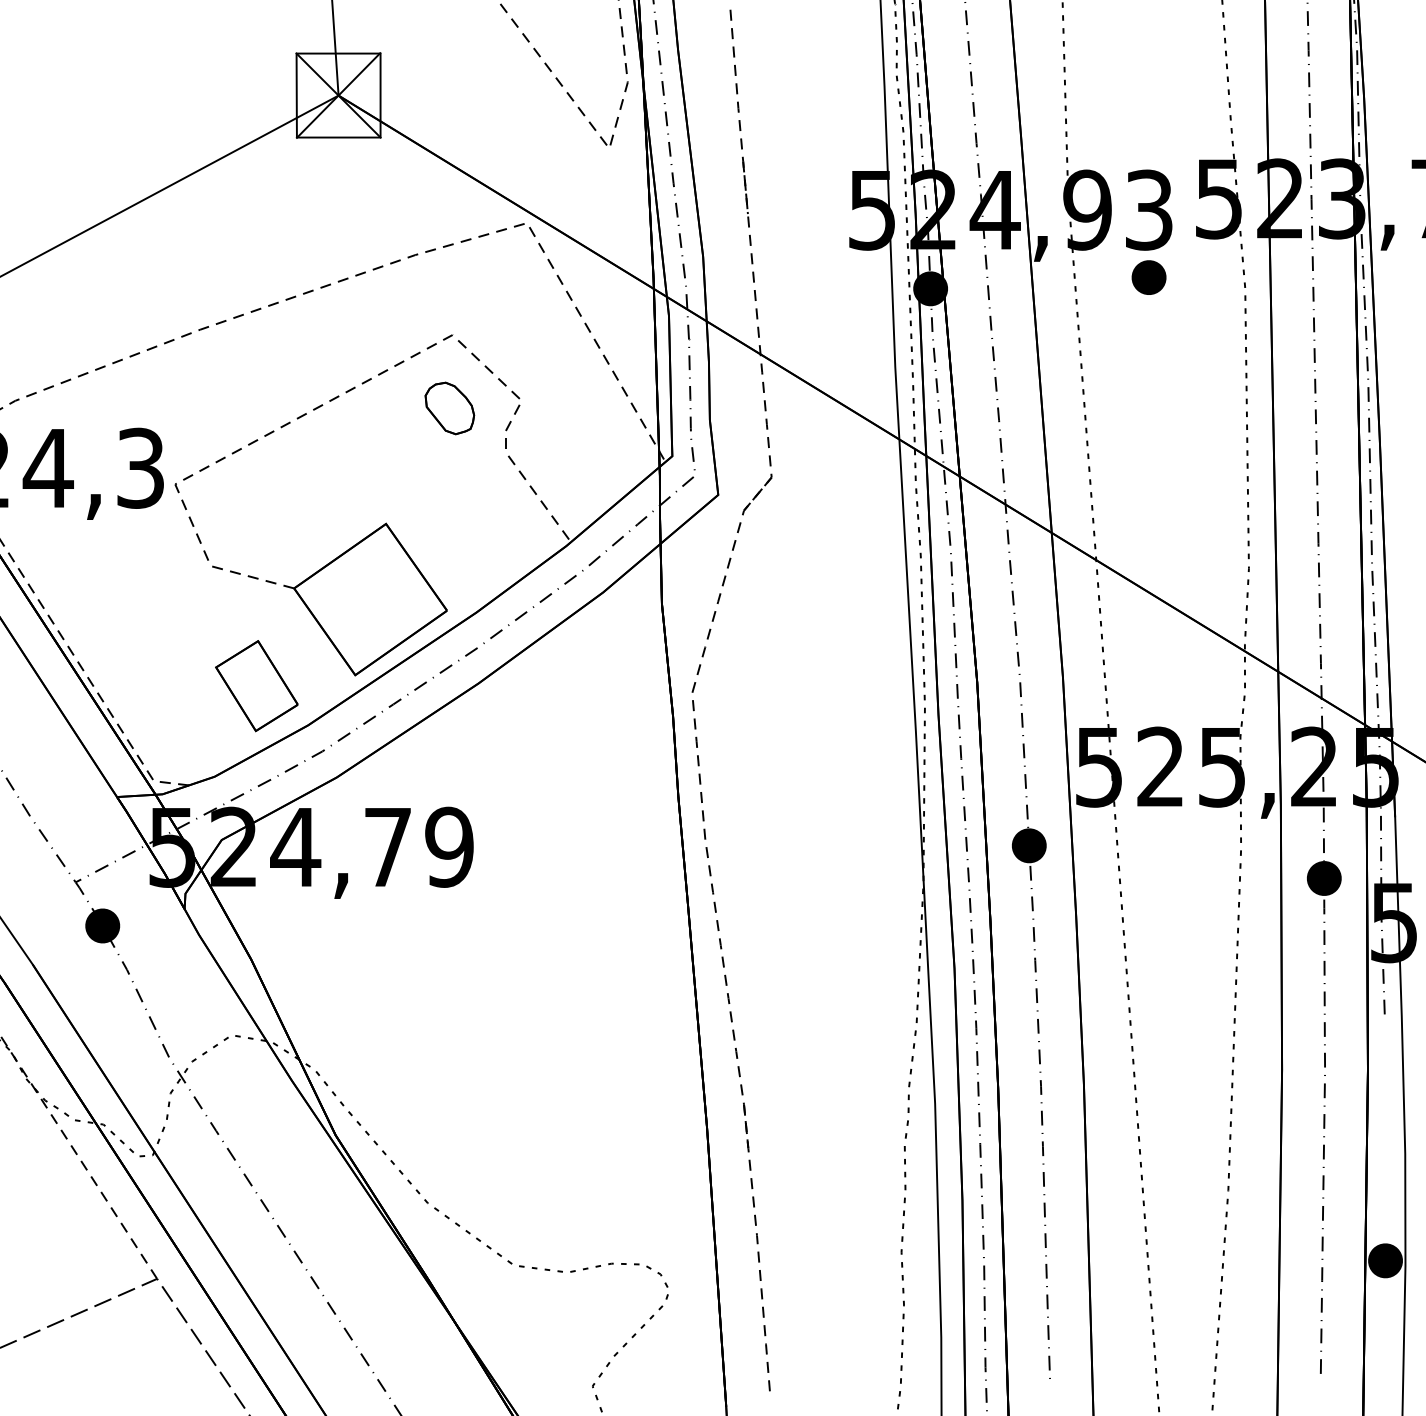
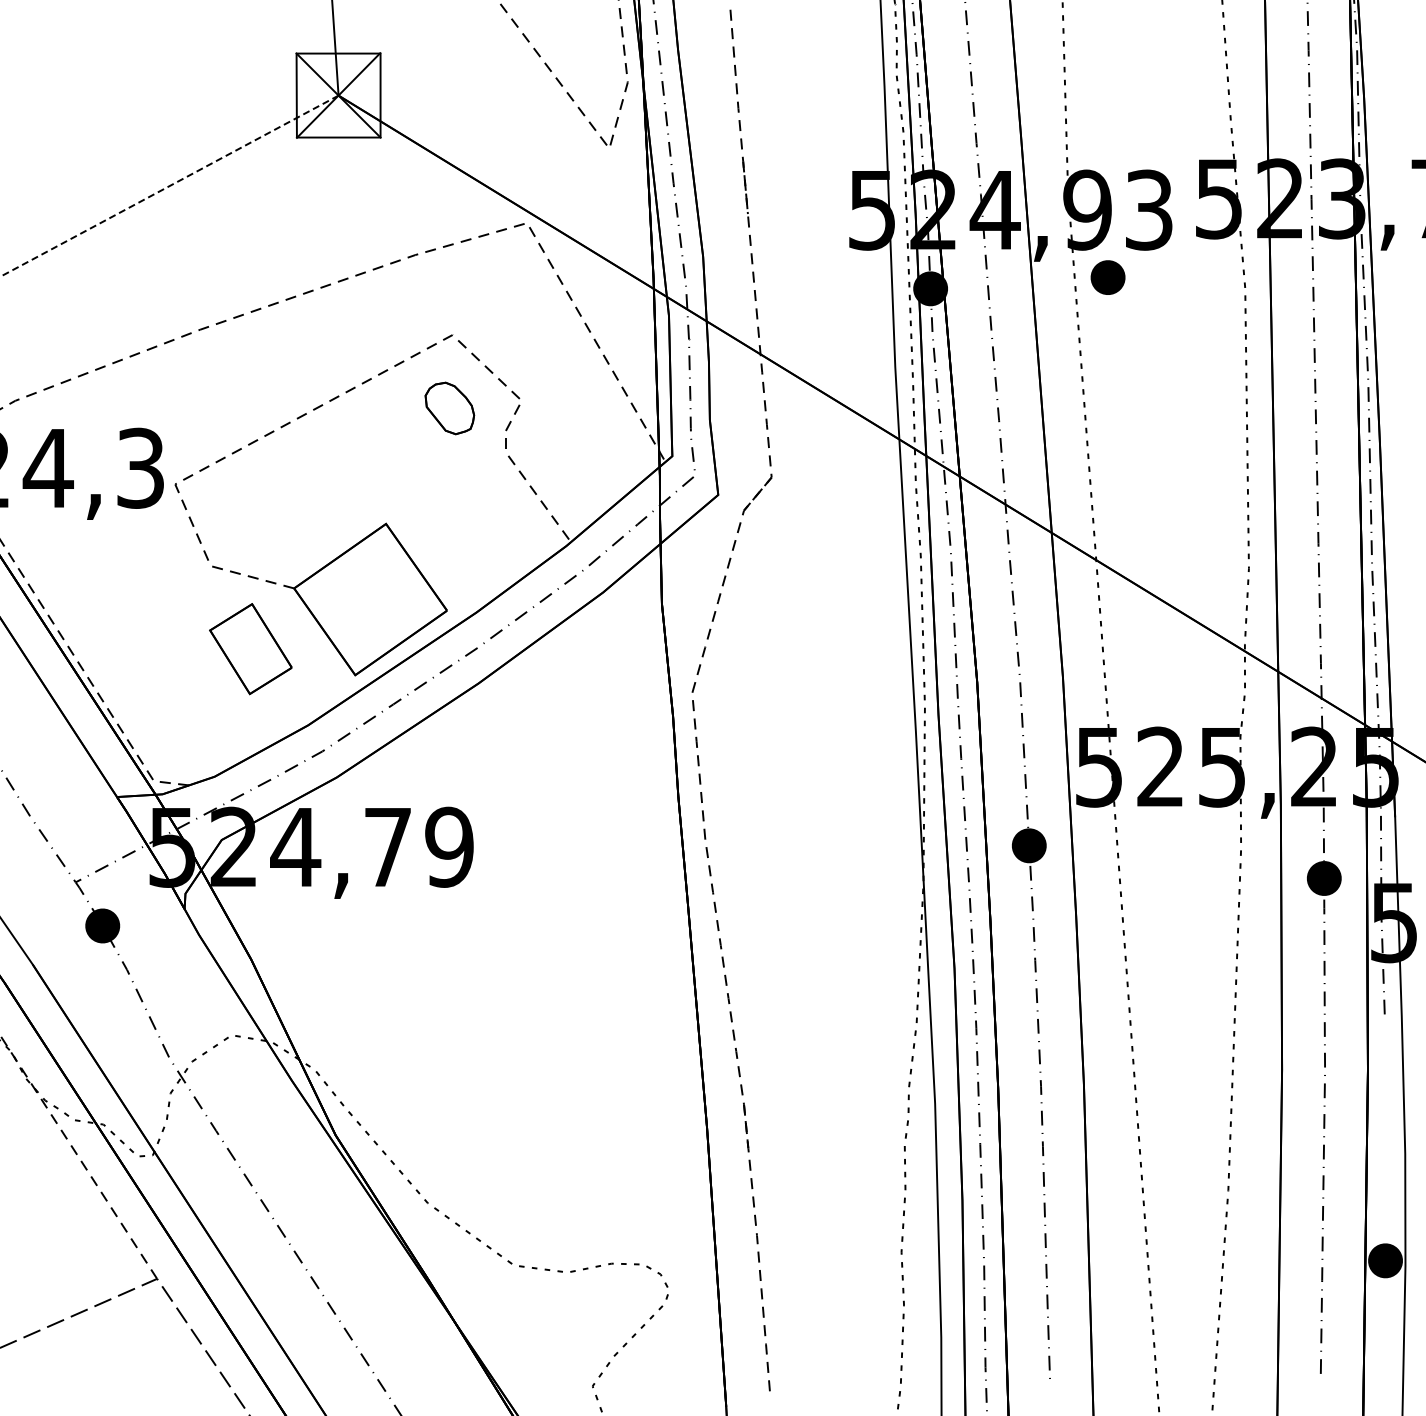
line at (169, 186): solid -> dashed
part at (1148, 277) position: (1148, 277) -> (1107, 277)
part at (256, 686) position: (256, 686) -> (250, 649)
